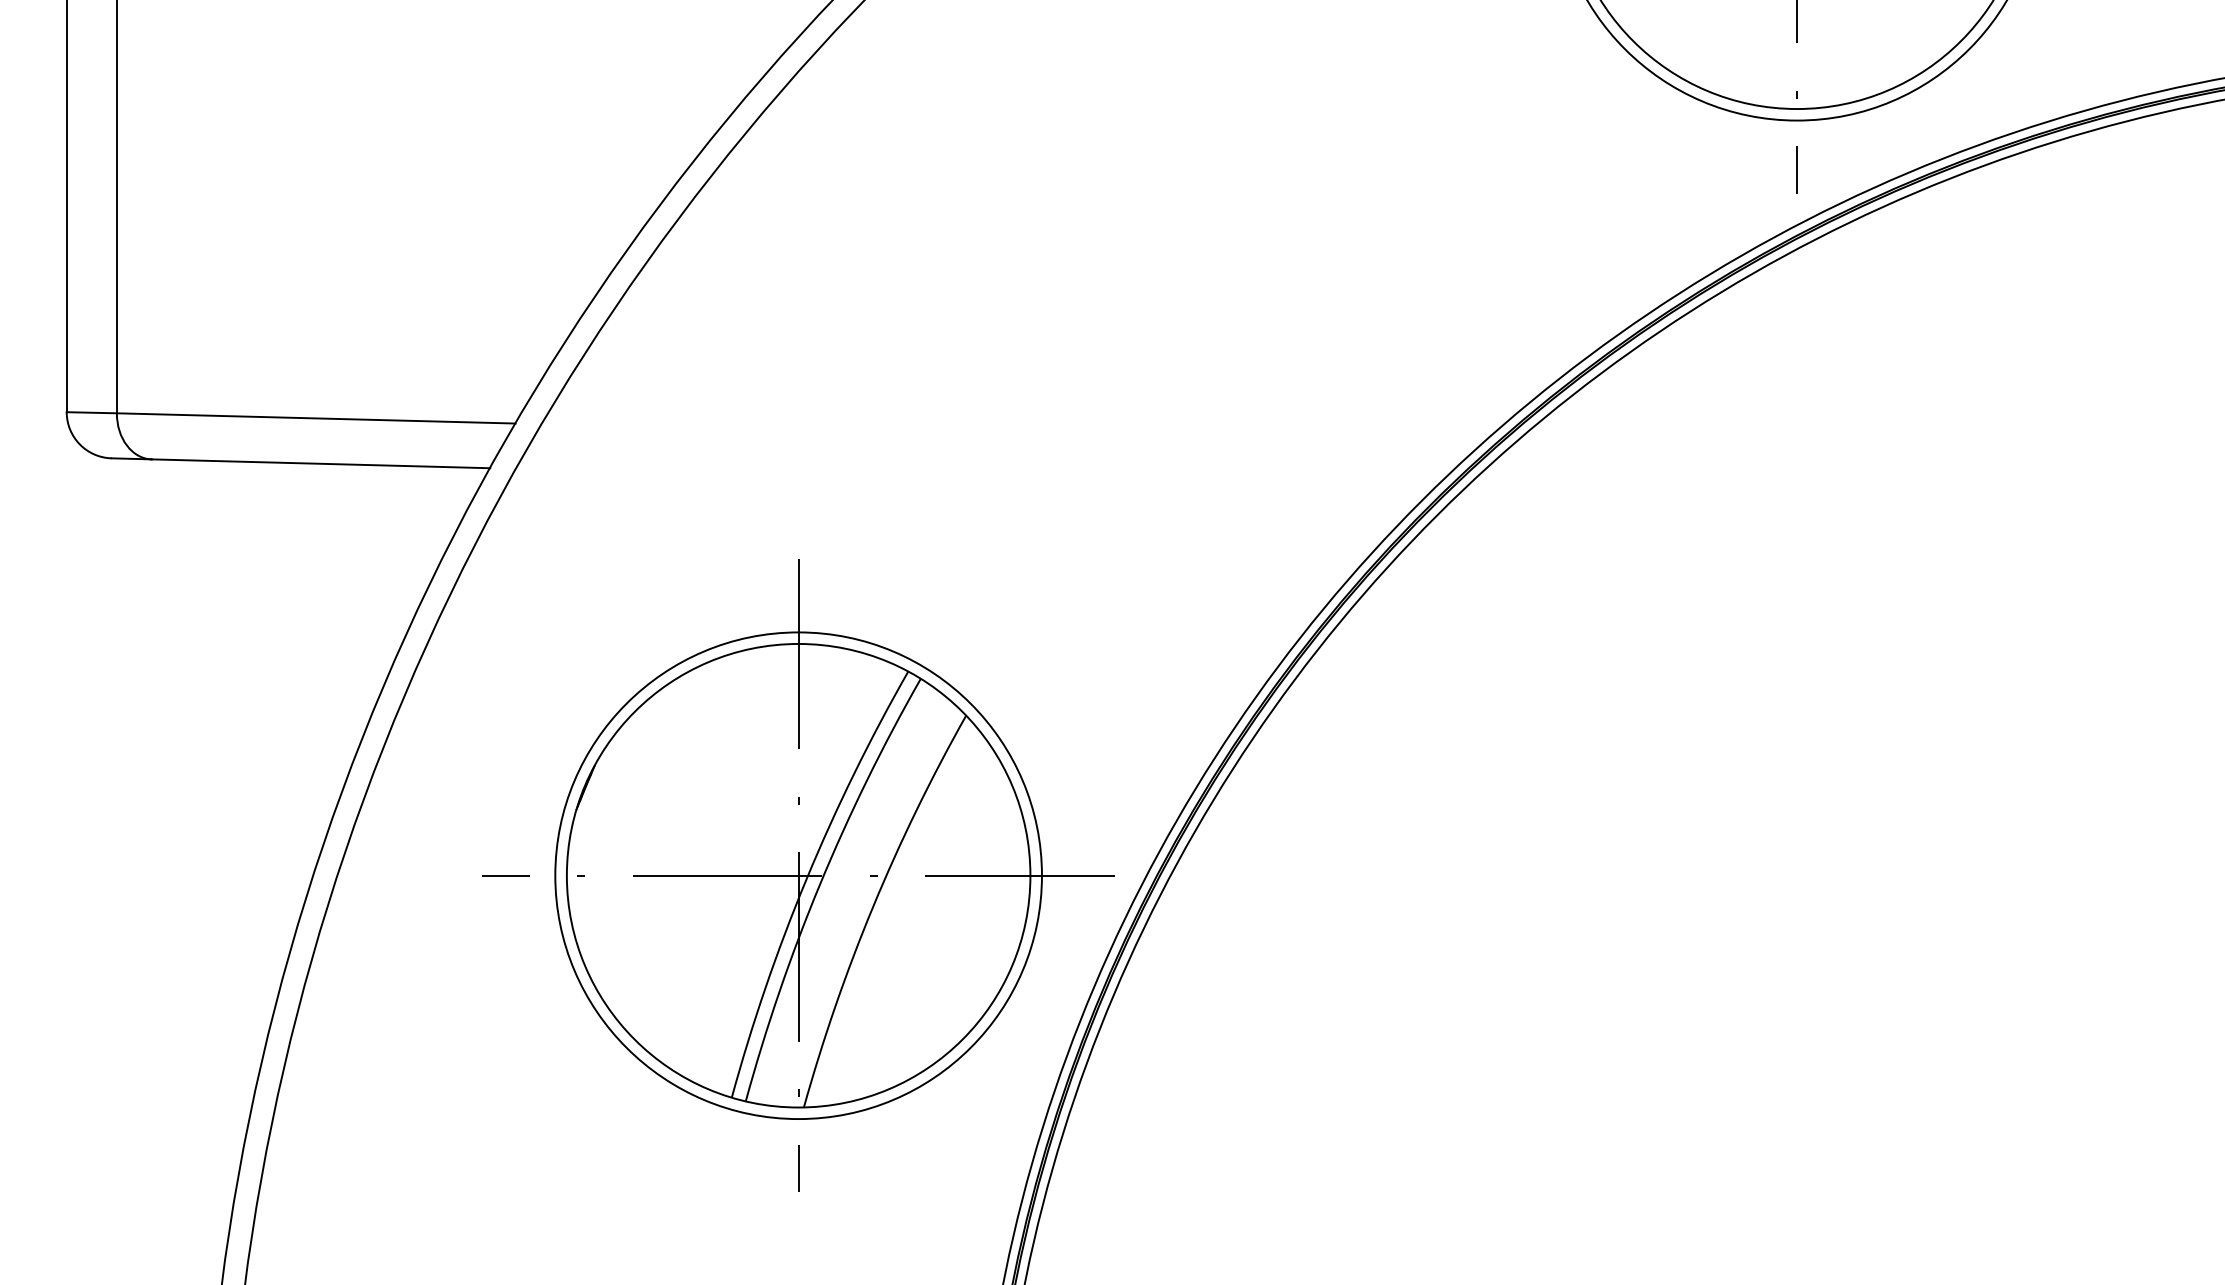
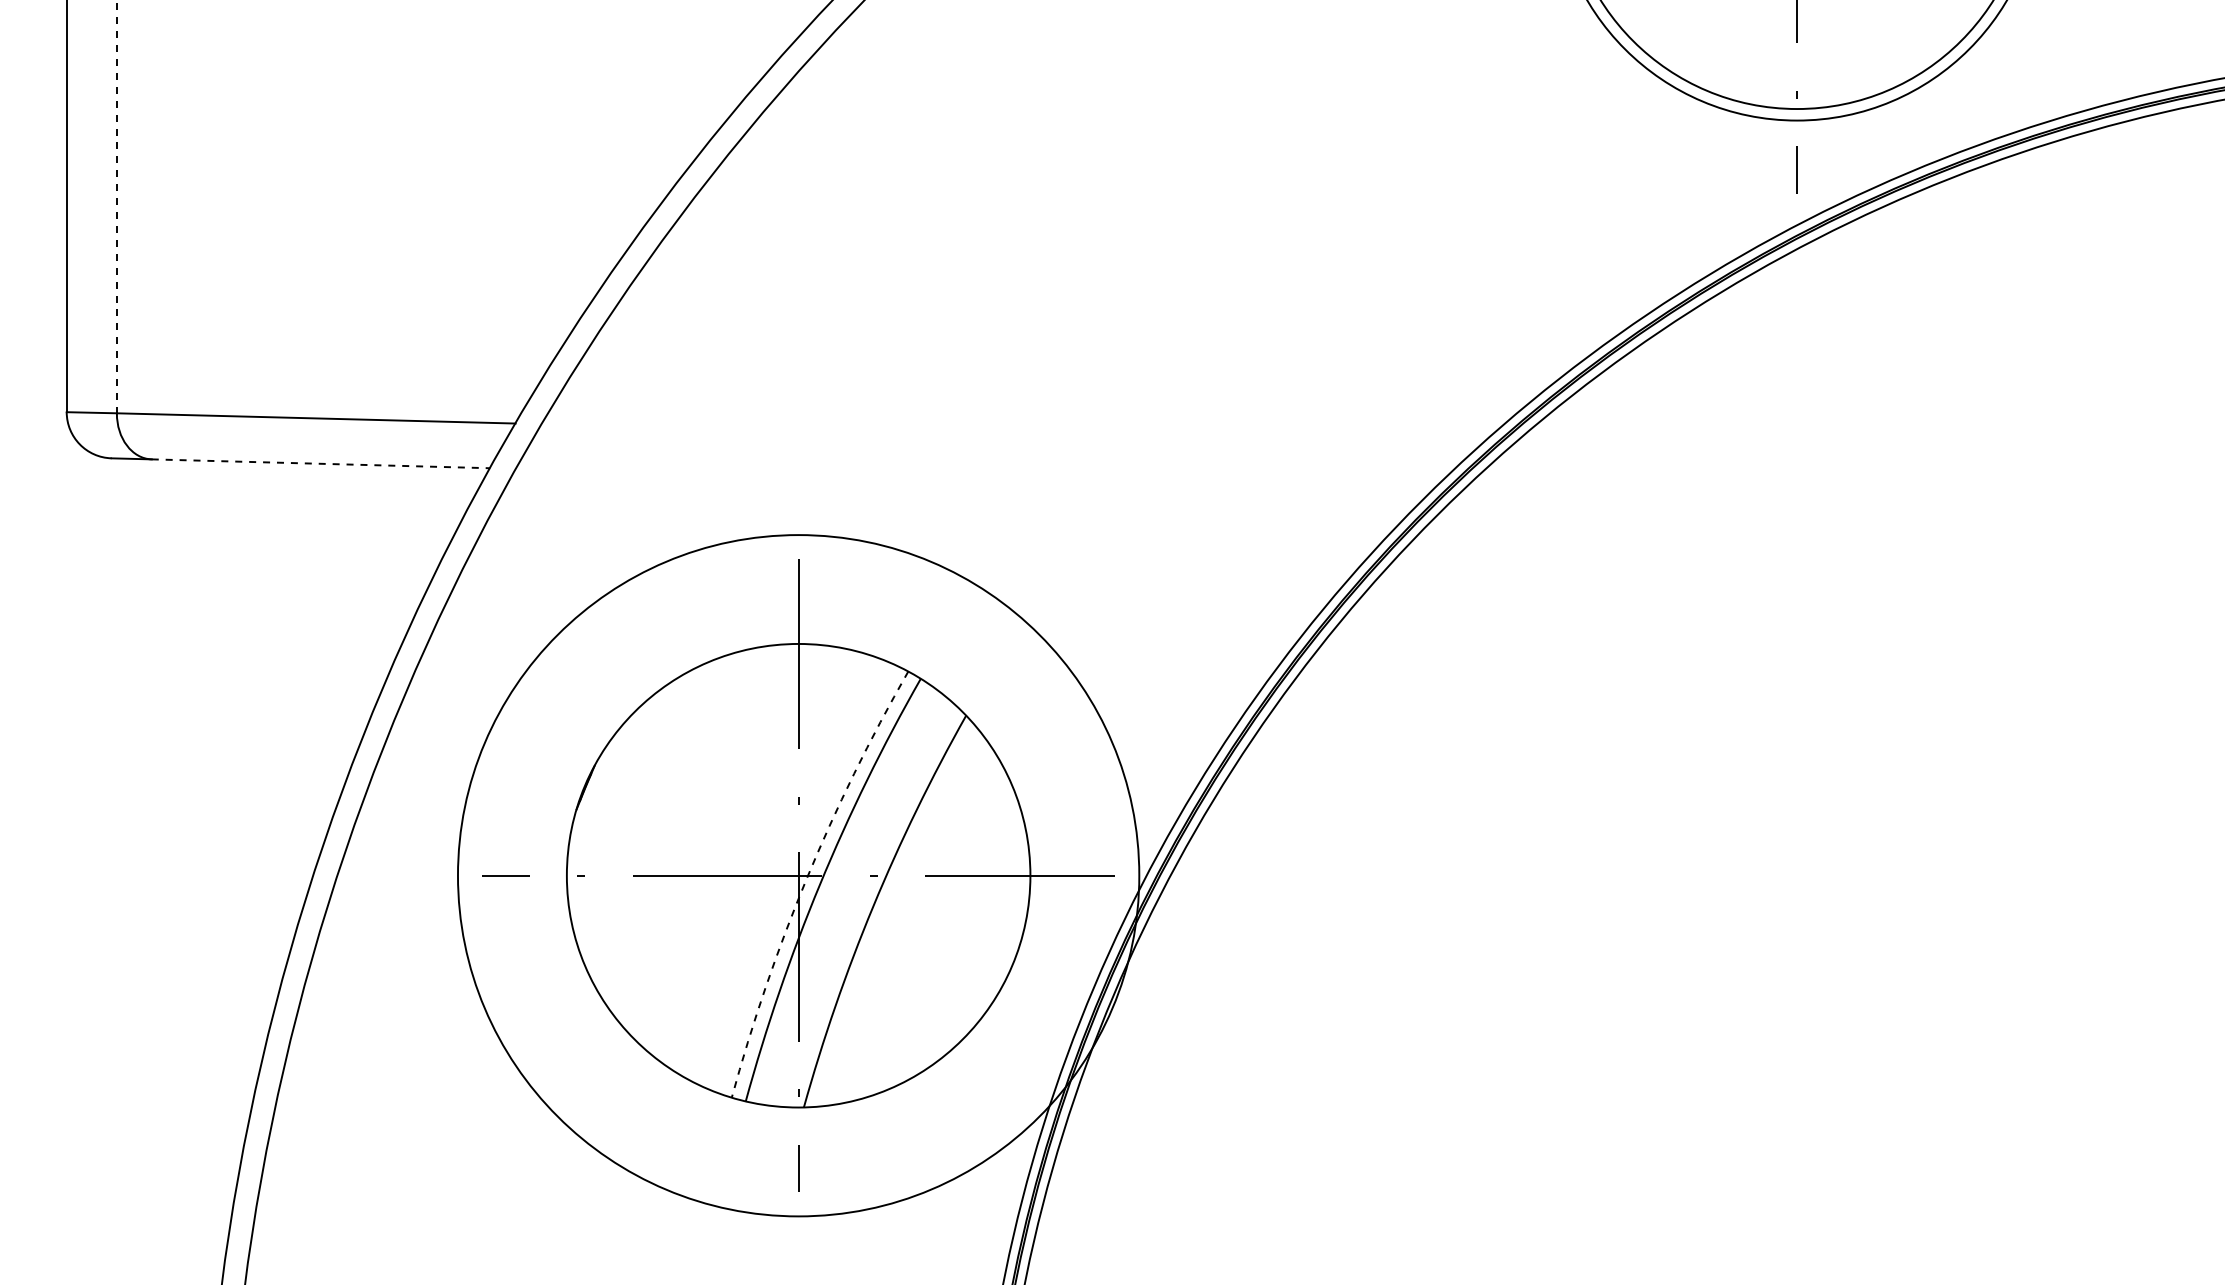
line at (116, 207): solid -> dashed
line at (321, 463): solid -> dashed
circle at (798, 875) diameter: 487 px -> 681 px
arc at (806, 879): solid -> dashed
